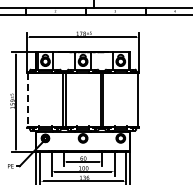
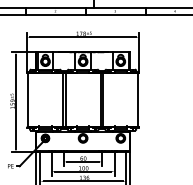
line at (27, 100): dashed -> solid
